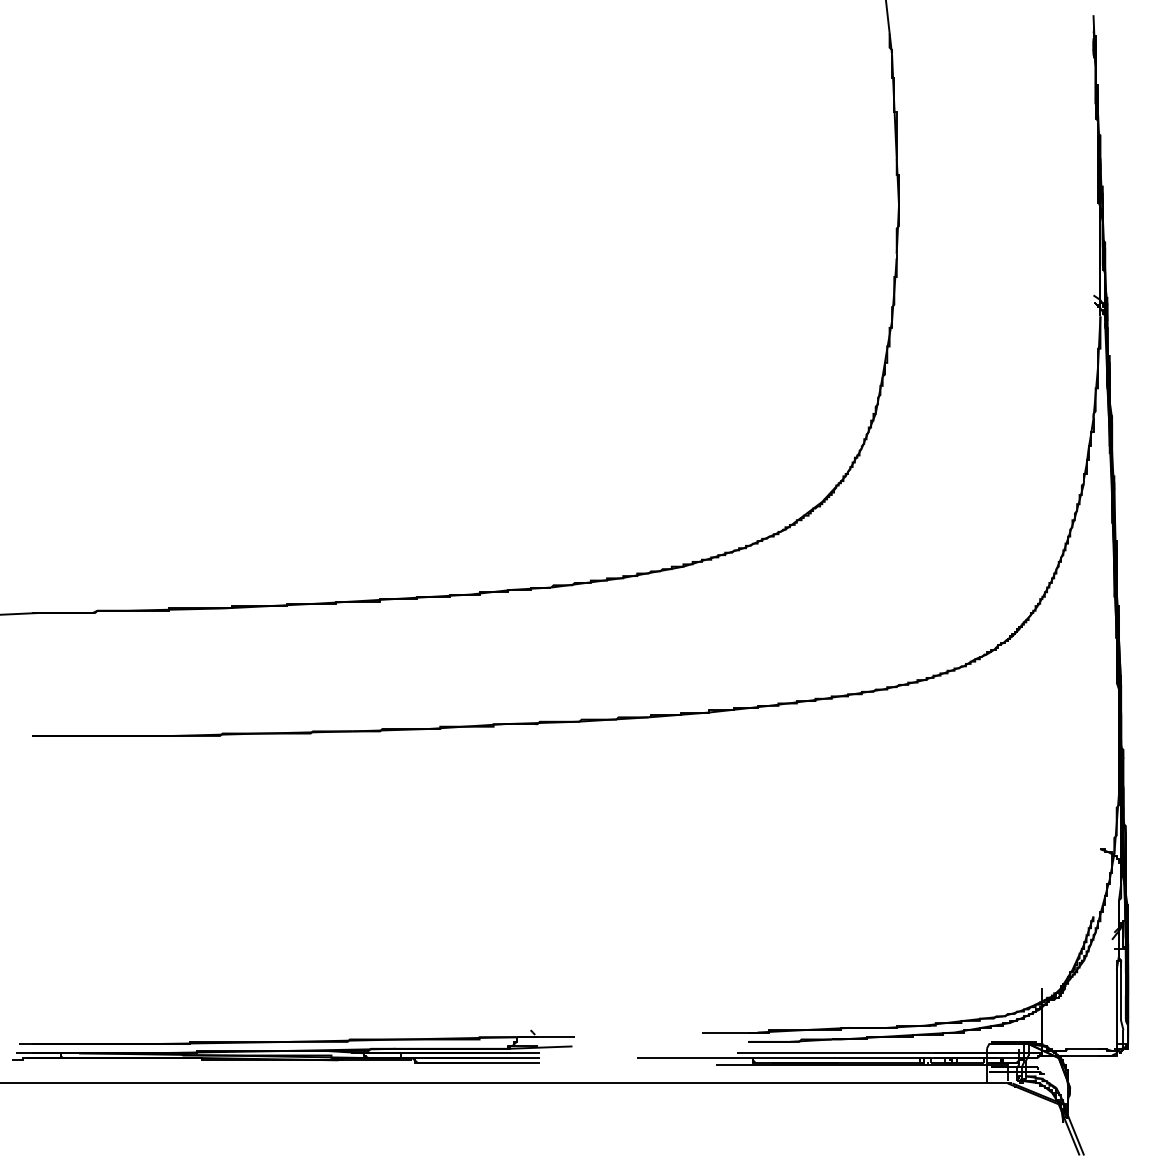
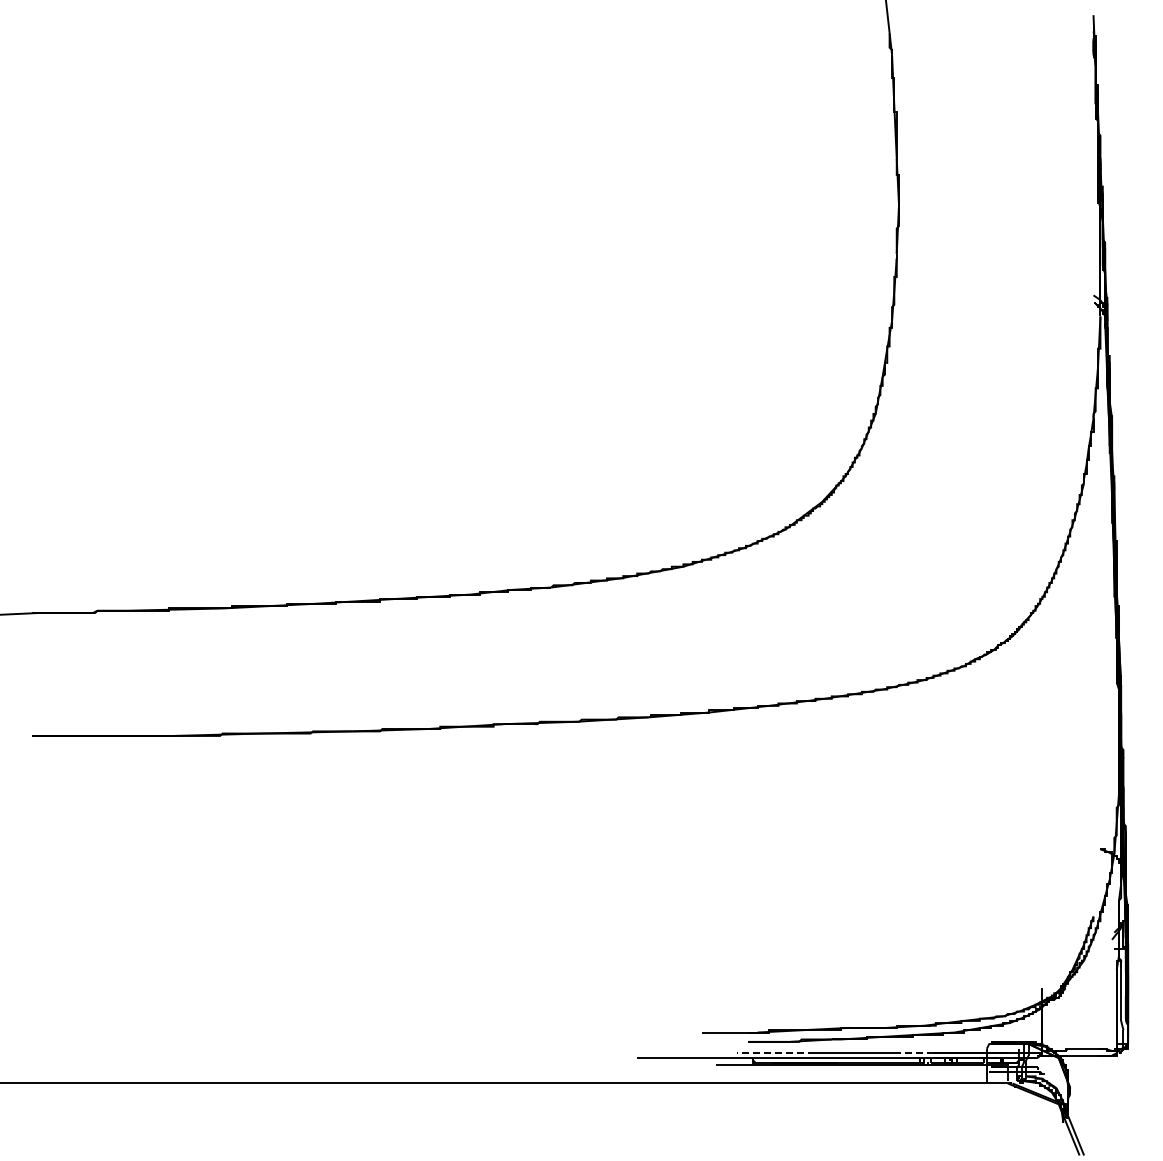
part at (293, 1046): present -> none
line at (775, 1053): solid -> dashed
line at (913, 1053): solid -> dashed
